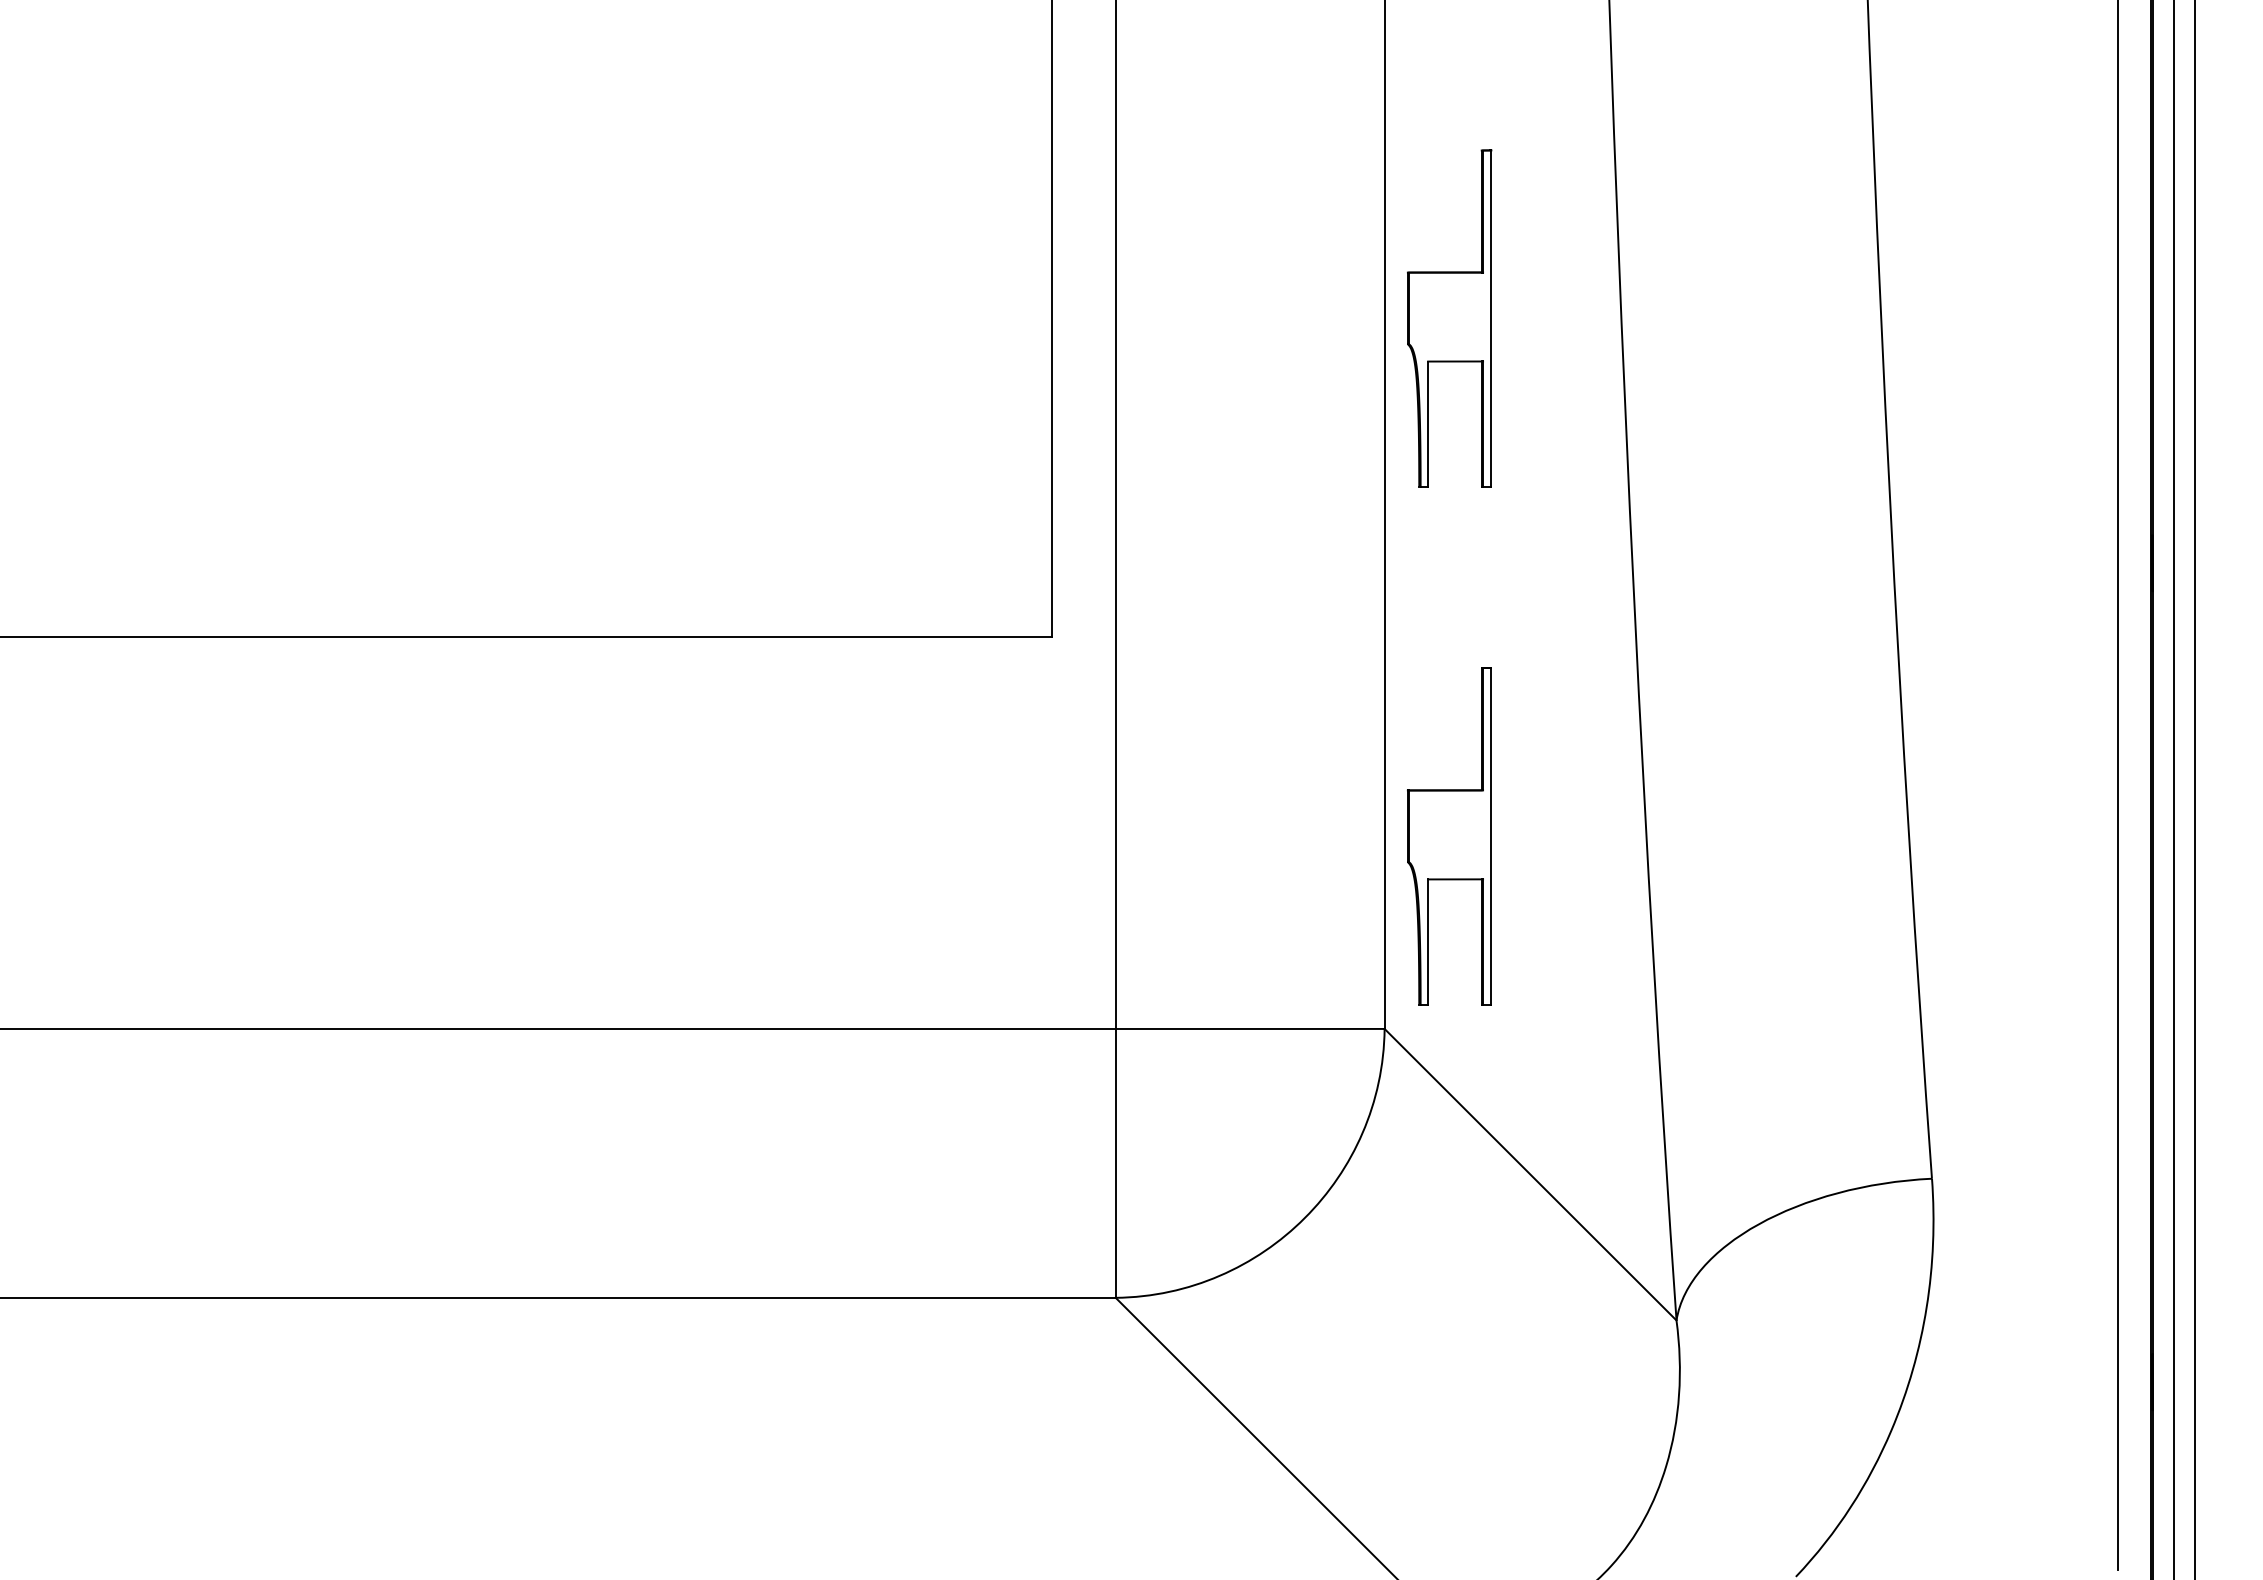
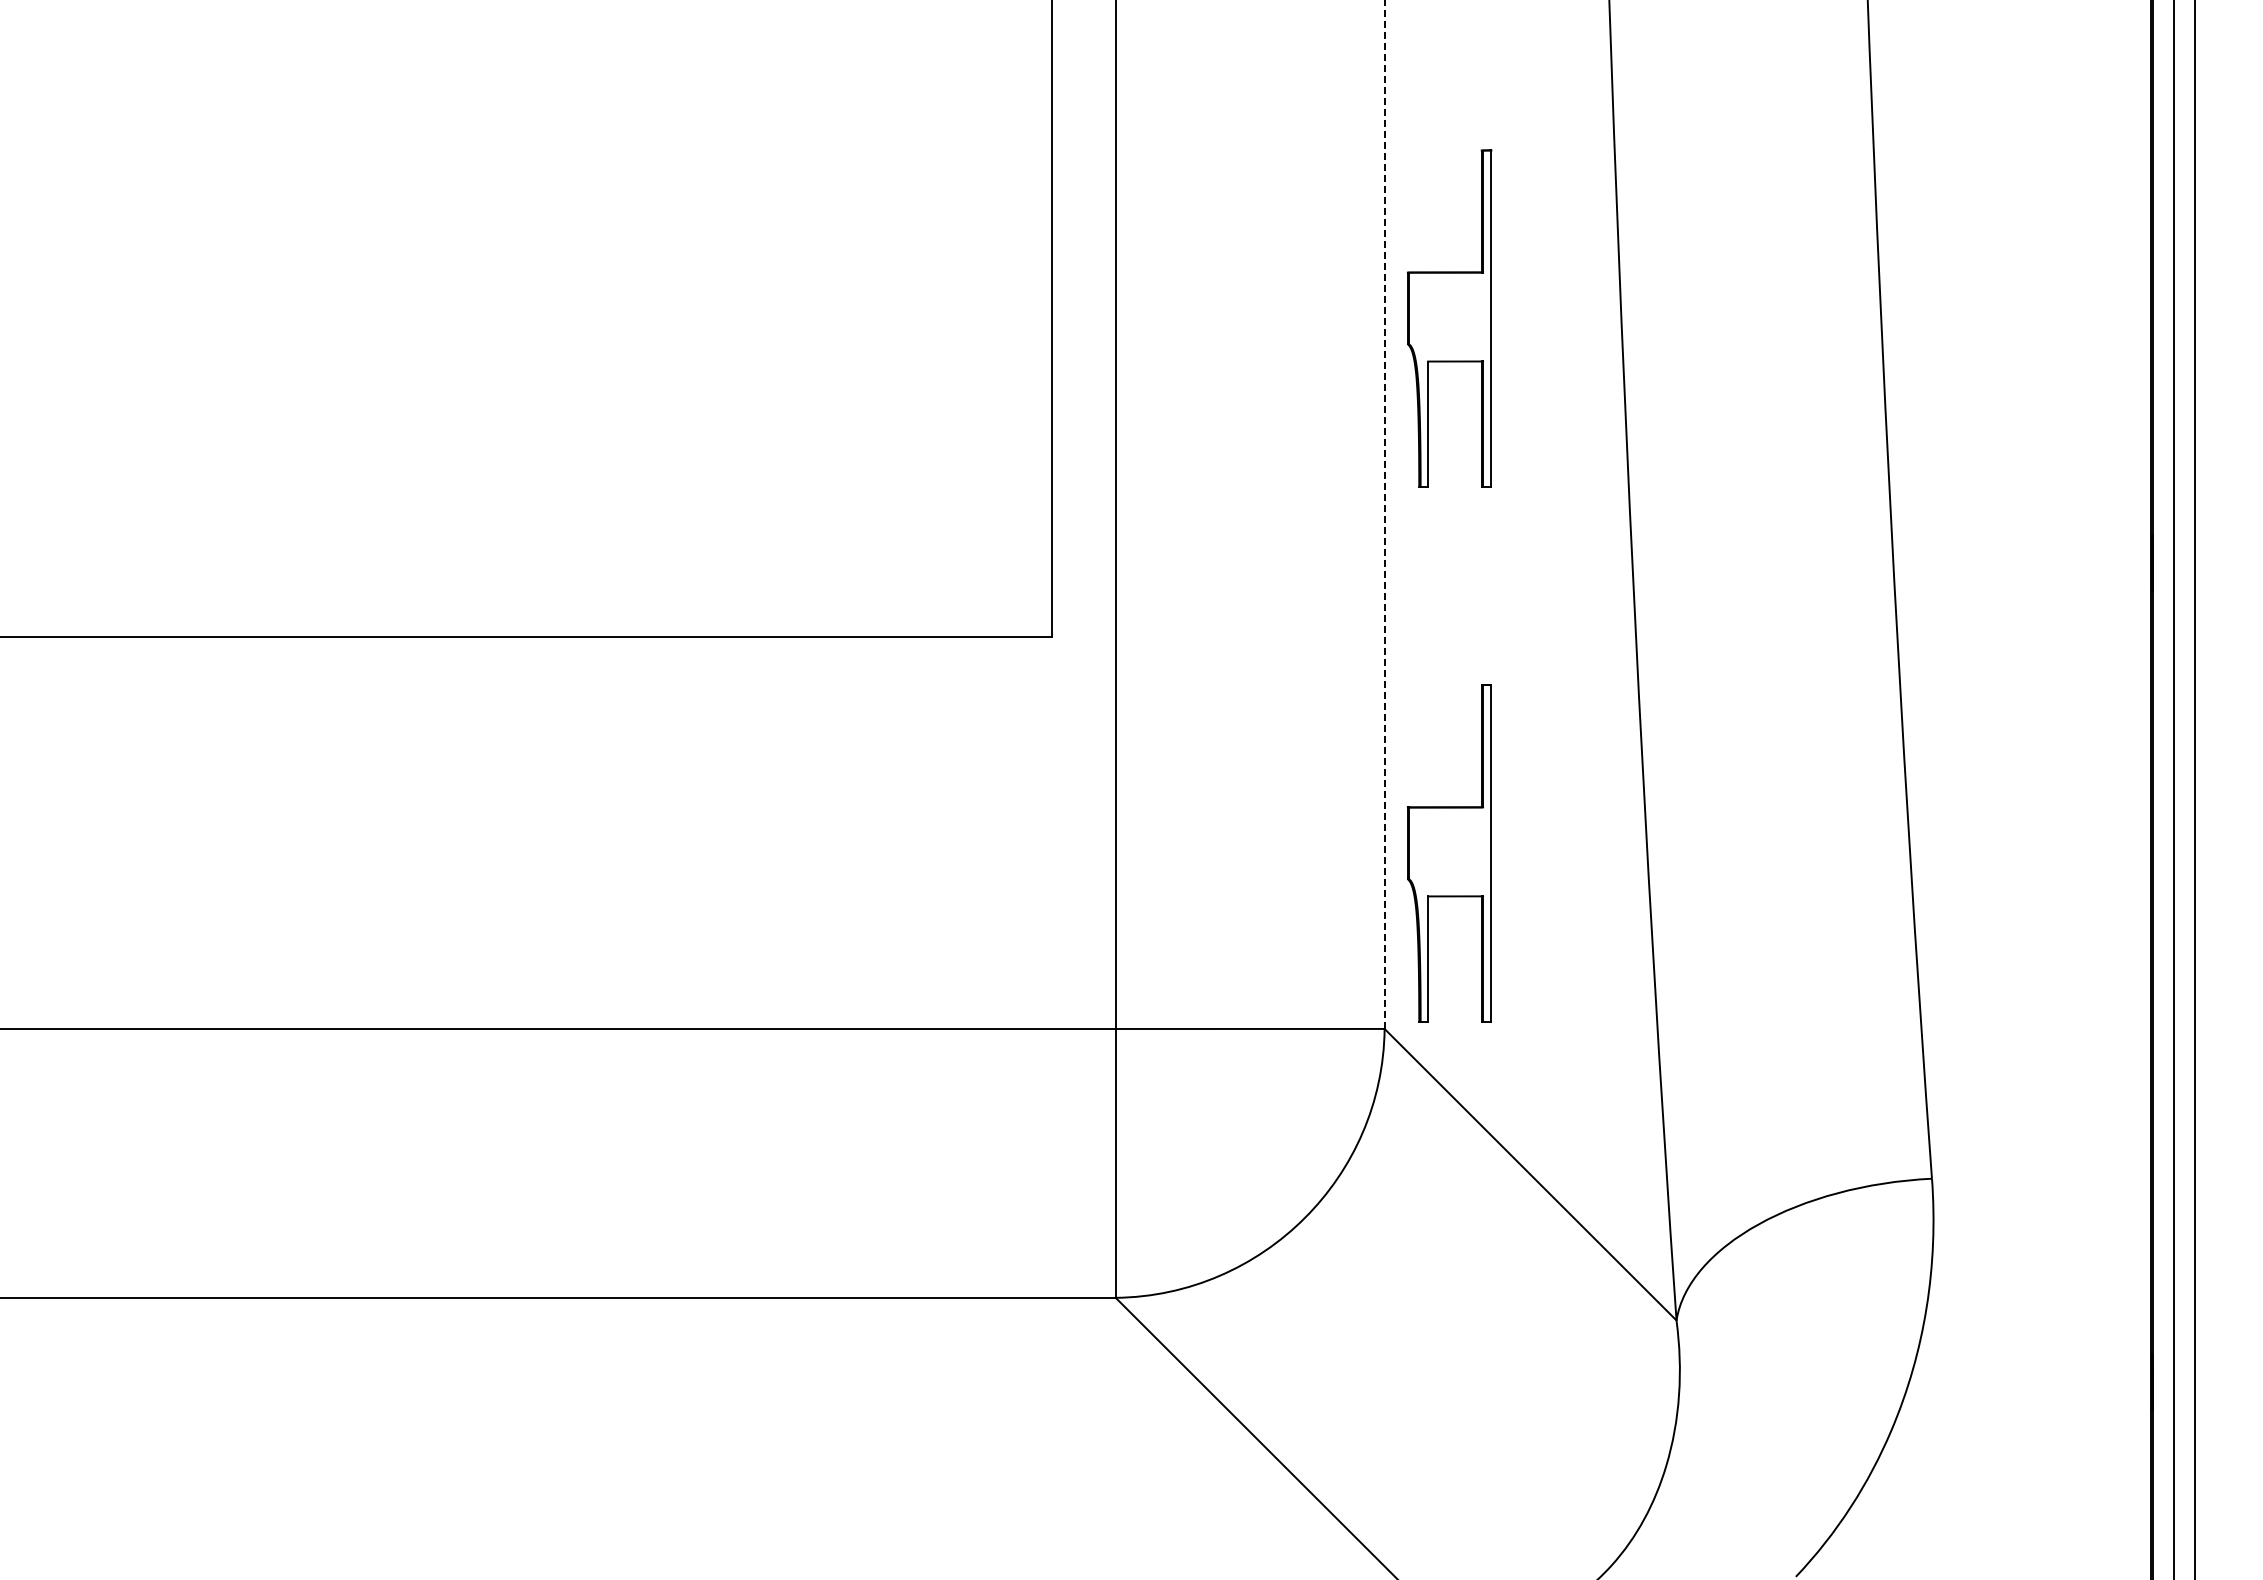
line at (1384, 513): solid -> dashed
line at (2117, 786): present -> none
part at (1449, 836) position: (1449, 836) -> (1449, 853)
